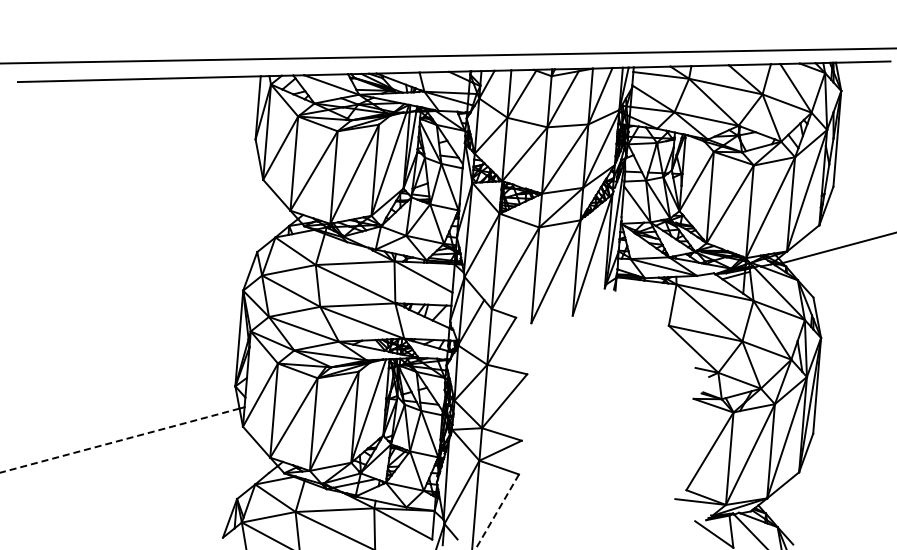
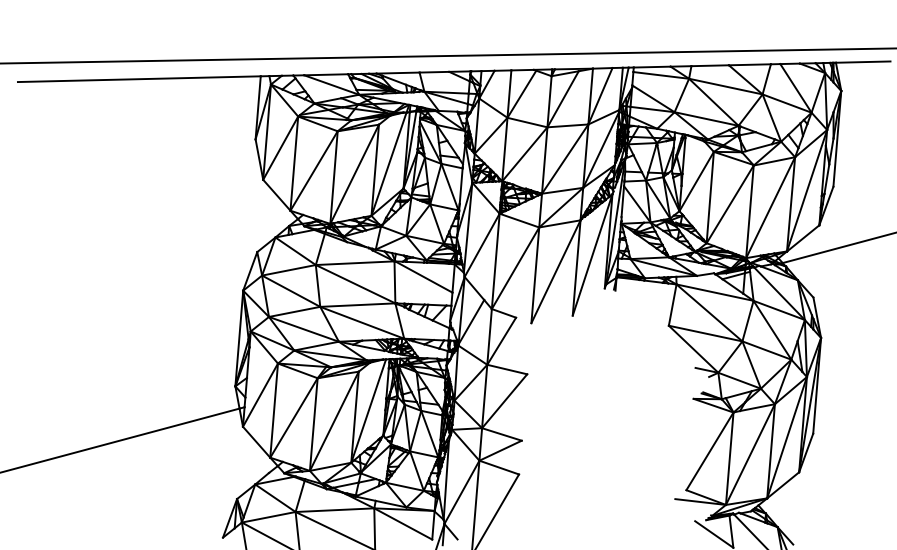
line at (119, 440): dashed -> solid
line at (497, 512): dashed -> solid
